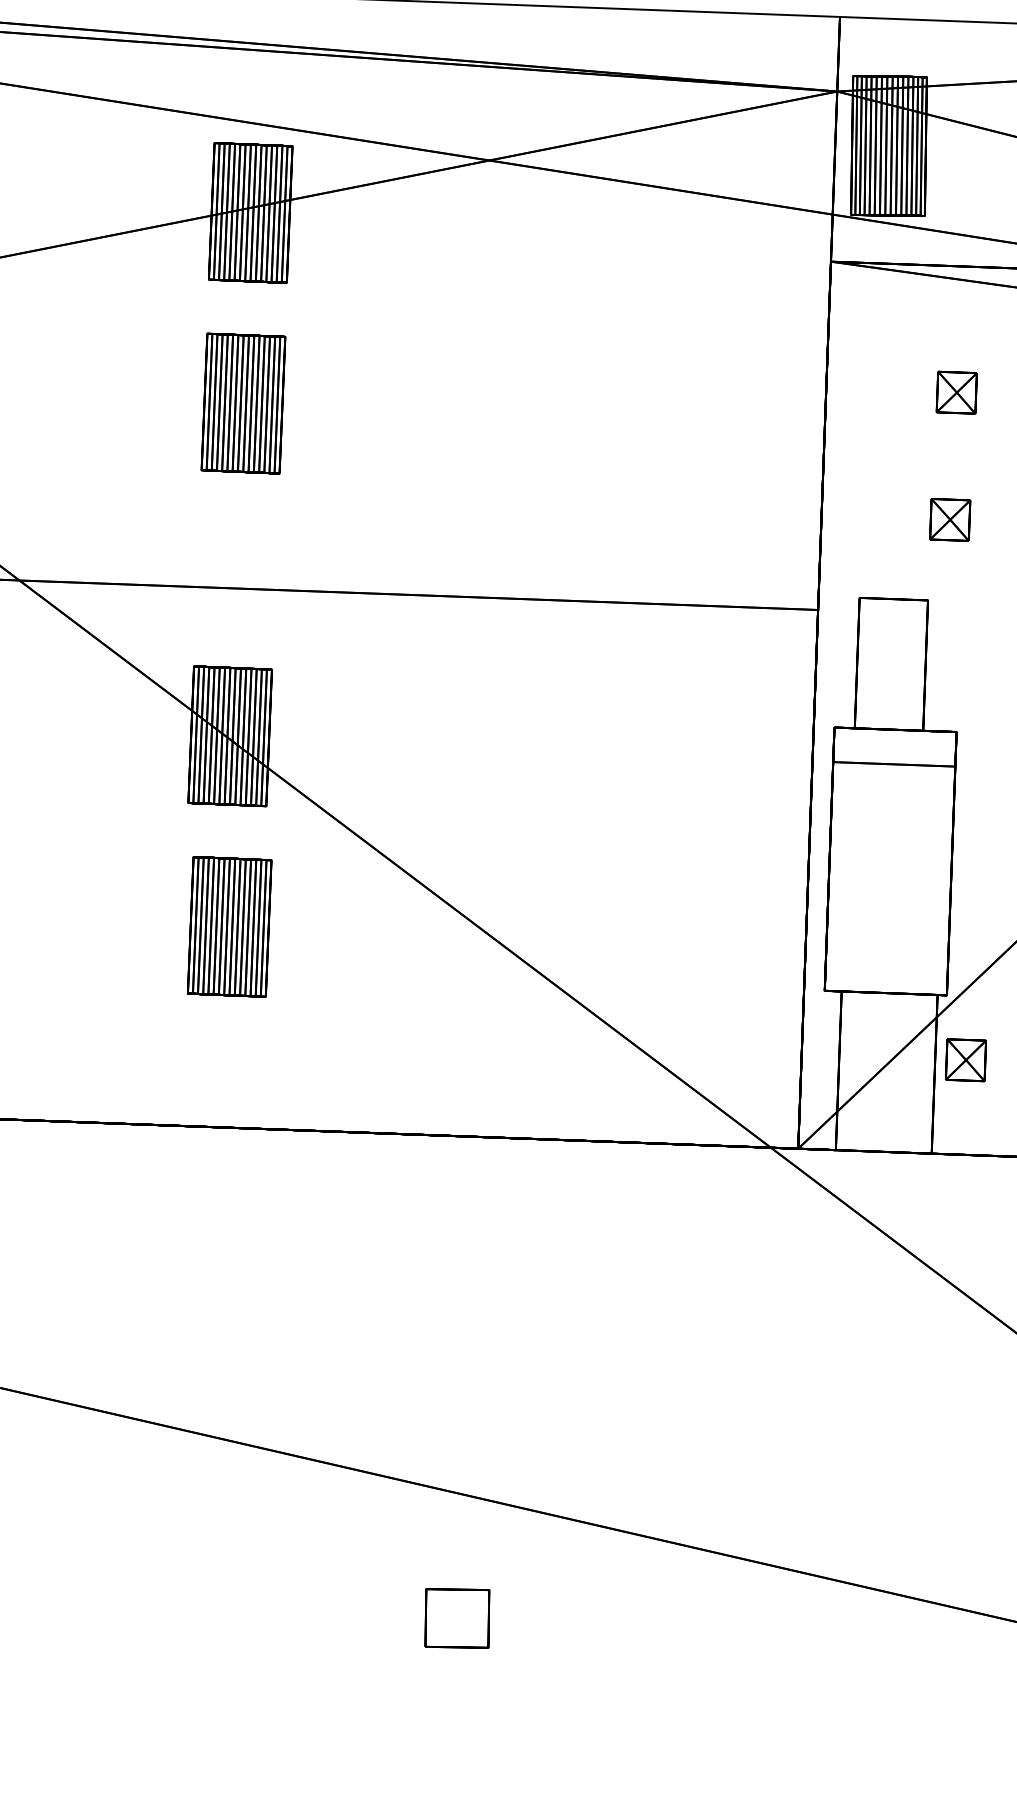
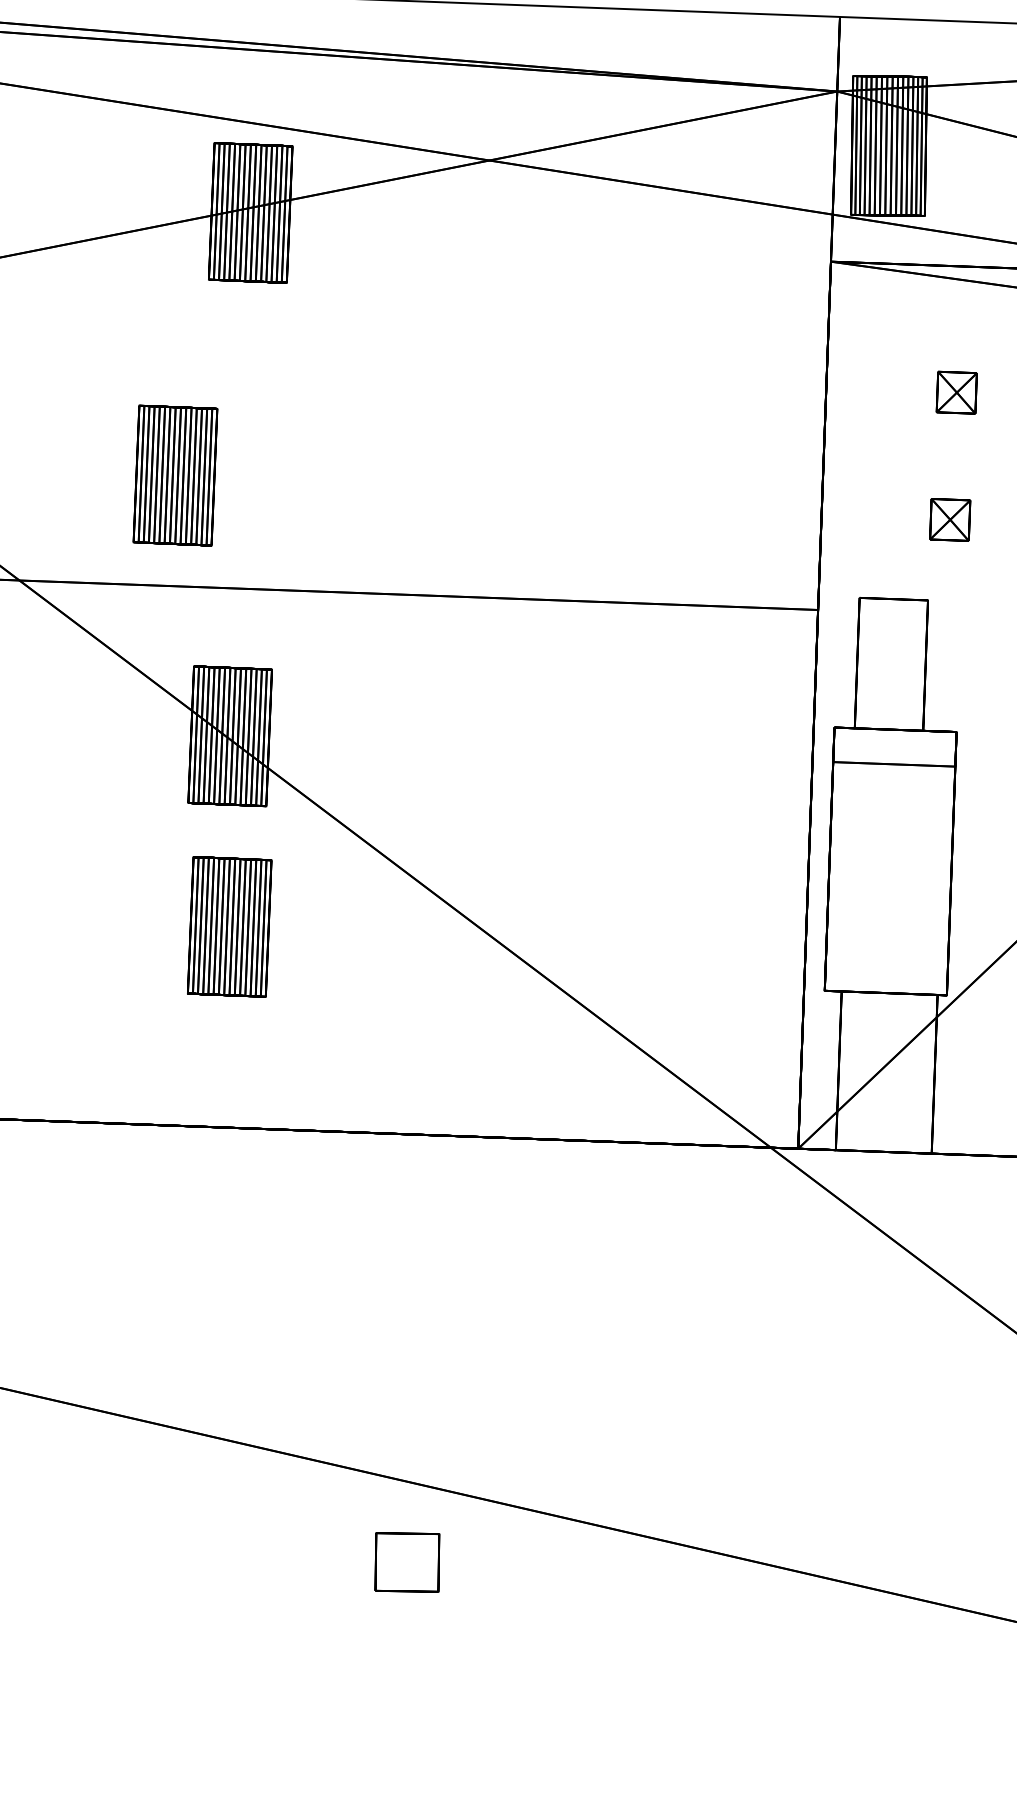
part at (243, 403) position: (243, 403) -> (175, 475)
part at (965, 1060): present -> none
part at (457, 1618) position: (457, 1618) -> (407, 1562)
